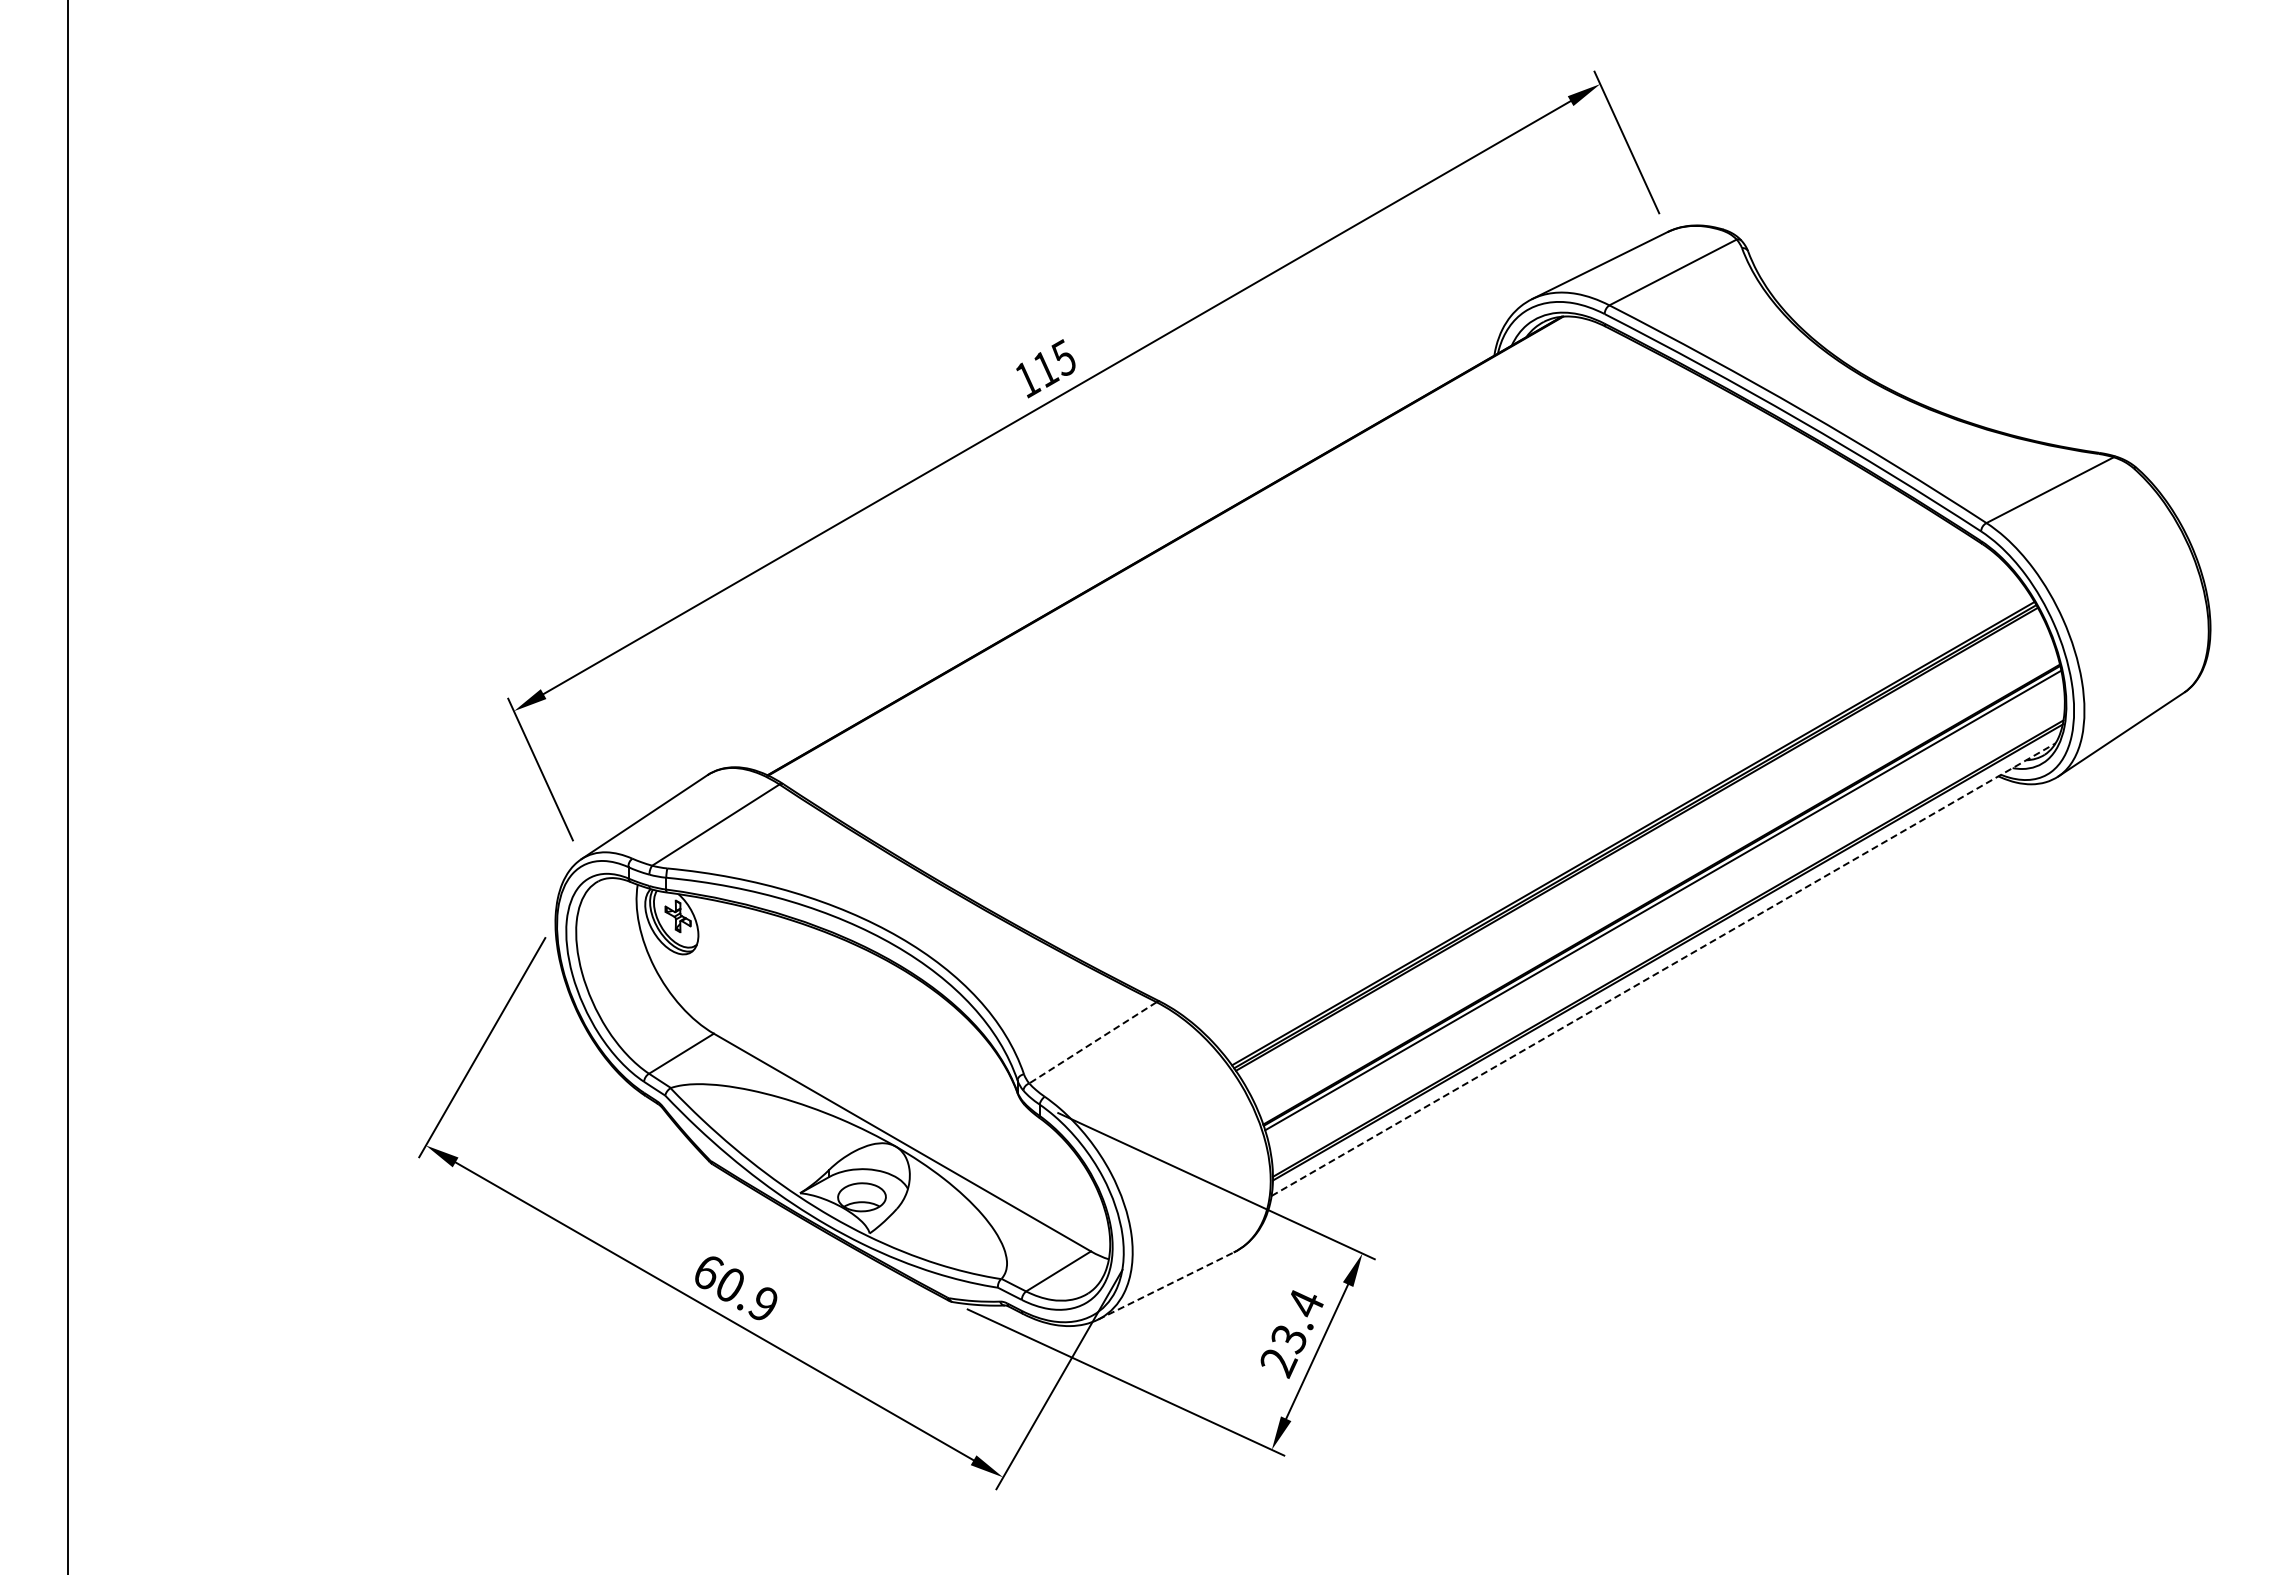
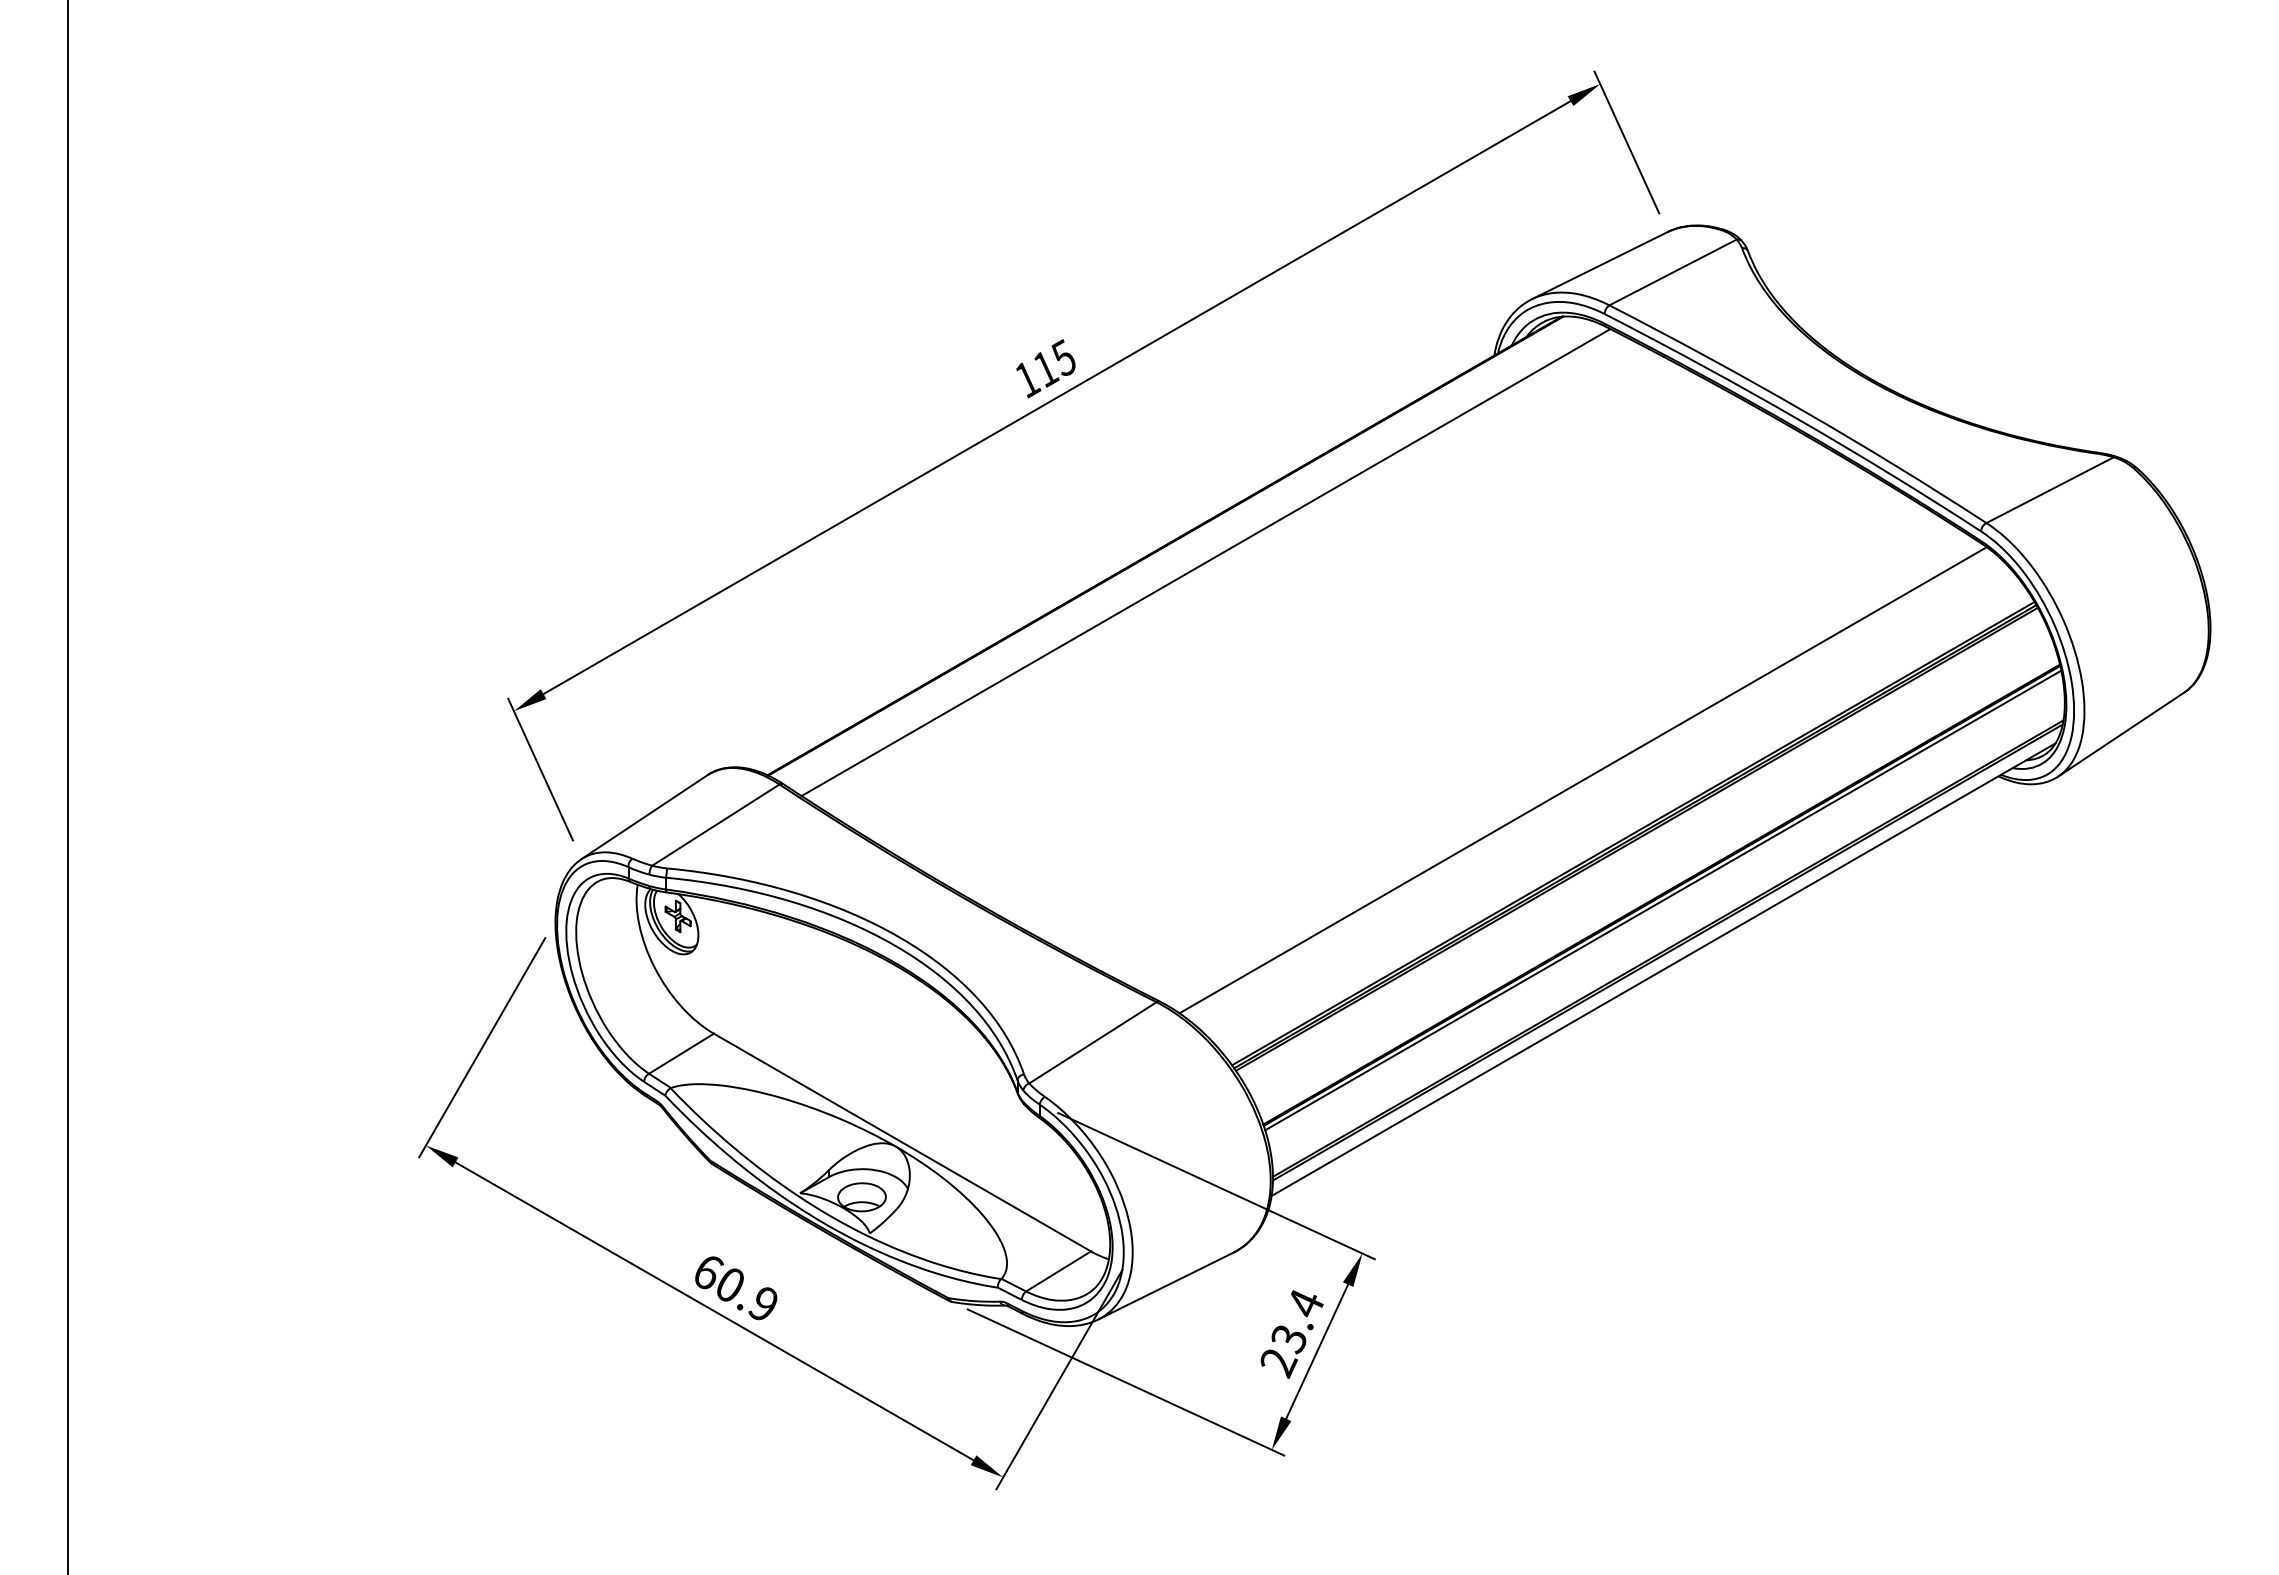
line at (1205, 562): none -> present
line at (1582, 780): none -> present
line at (1663, 969): dashed -> solid
line at (1092, 1043): dashed -> solid
line at (1166, 1286): dashed -> solid
